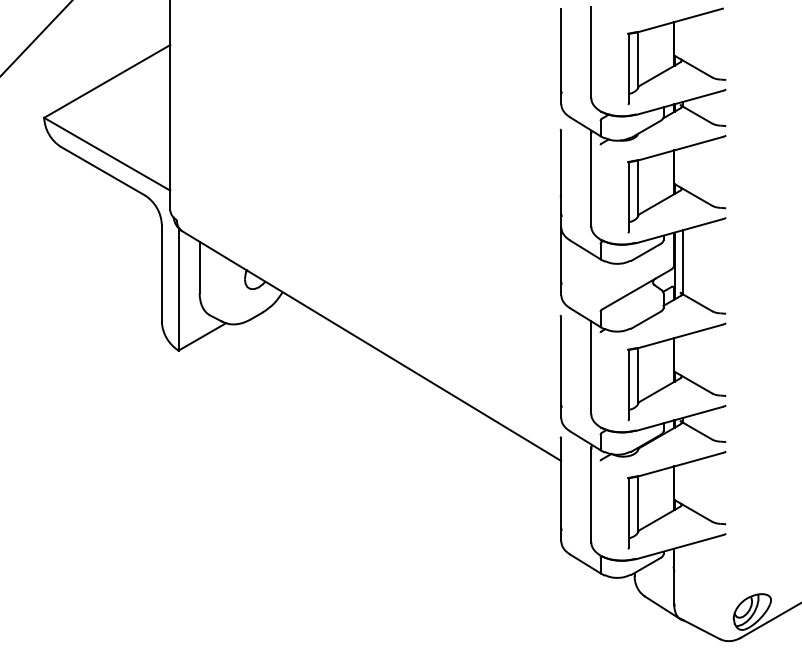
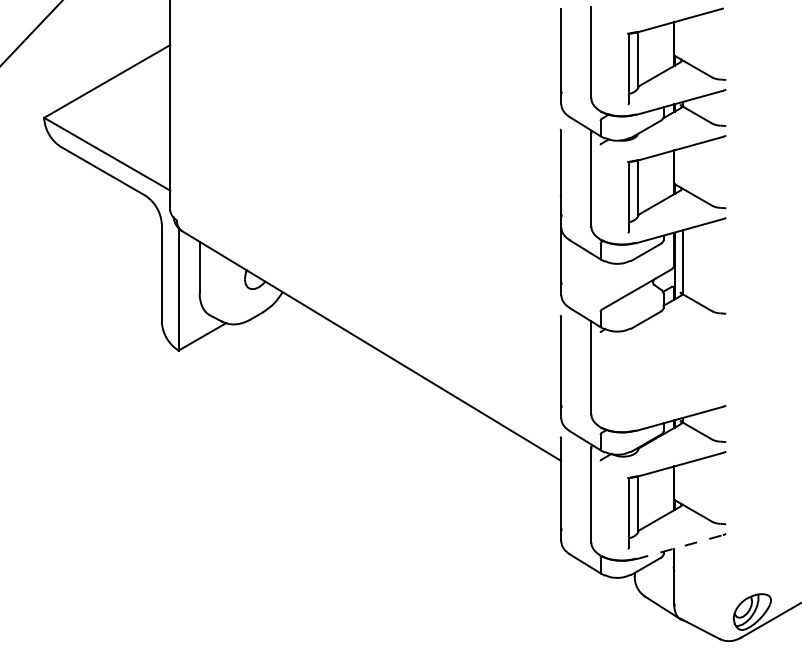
line at (36, 38) position: (36, 38) -> (31, 32)
part at (676, 371): present -> none
line at (679, 547): solid -> dashed
